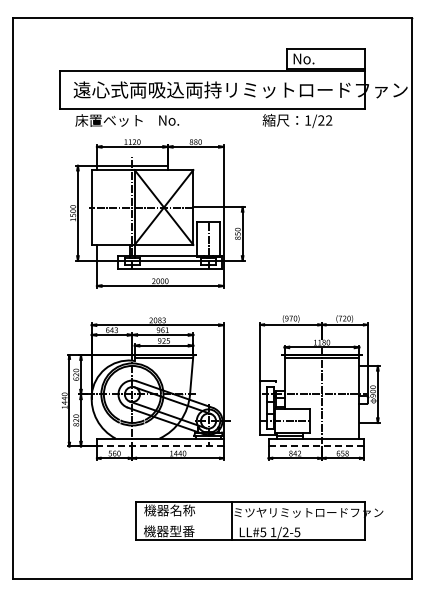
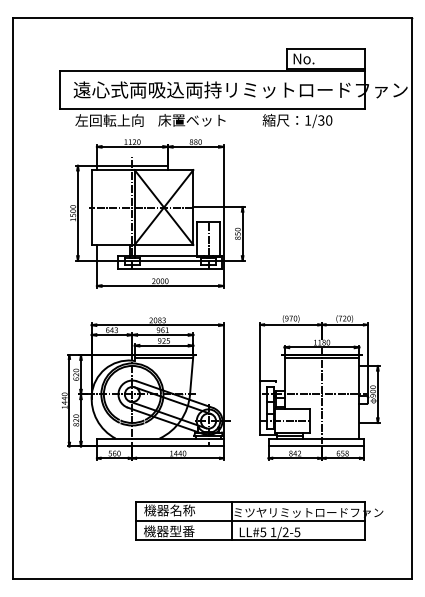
text at (109, 120): 床置ベット -> 左回転上向
text at (191, 120): No. -> 床置ベット
text at (325, 120): 1/22 -> 1/30
line at (159, 446): dashed -> solid
line at (316, 446): dashed -> solid
line at (250, 521): none -> present
